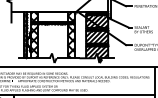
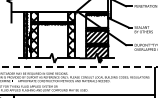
hatch at (97, 20): present -> none
line at (78, 67): solid -> dashed
